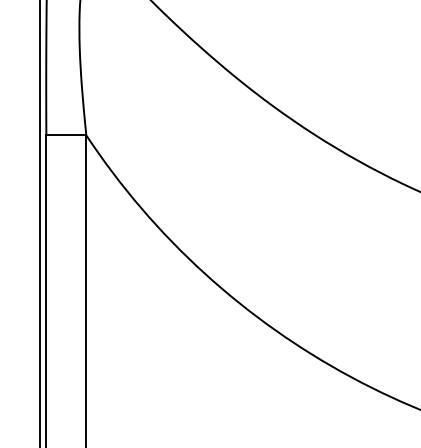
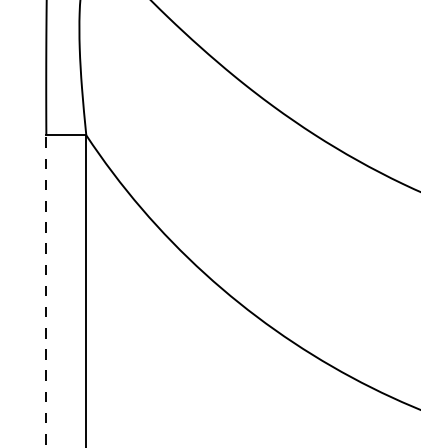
line at (40, 223): present -> none
line at (46, 291): solid -> dashed
